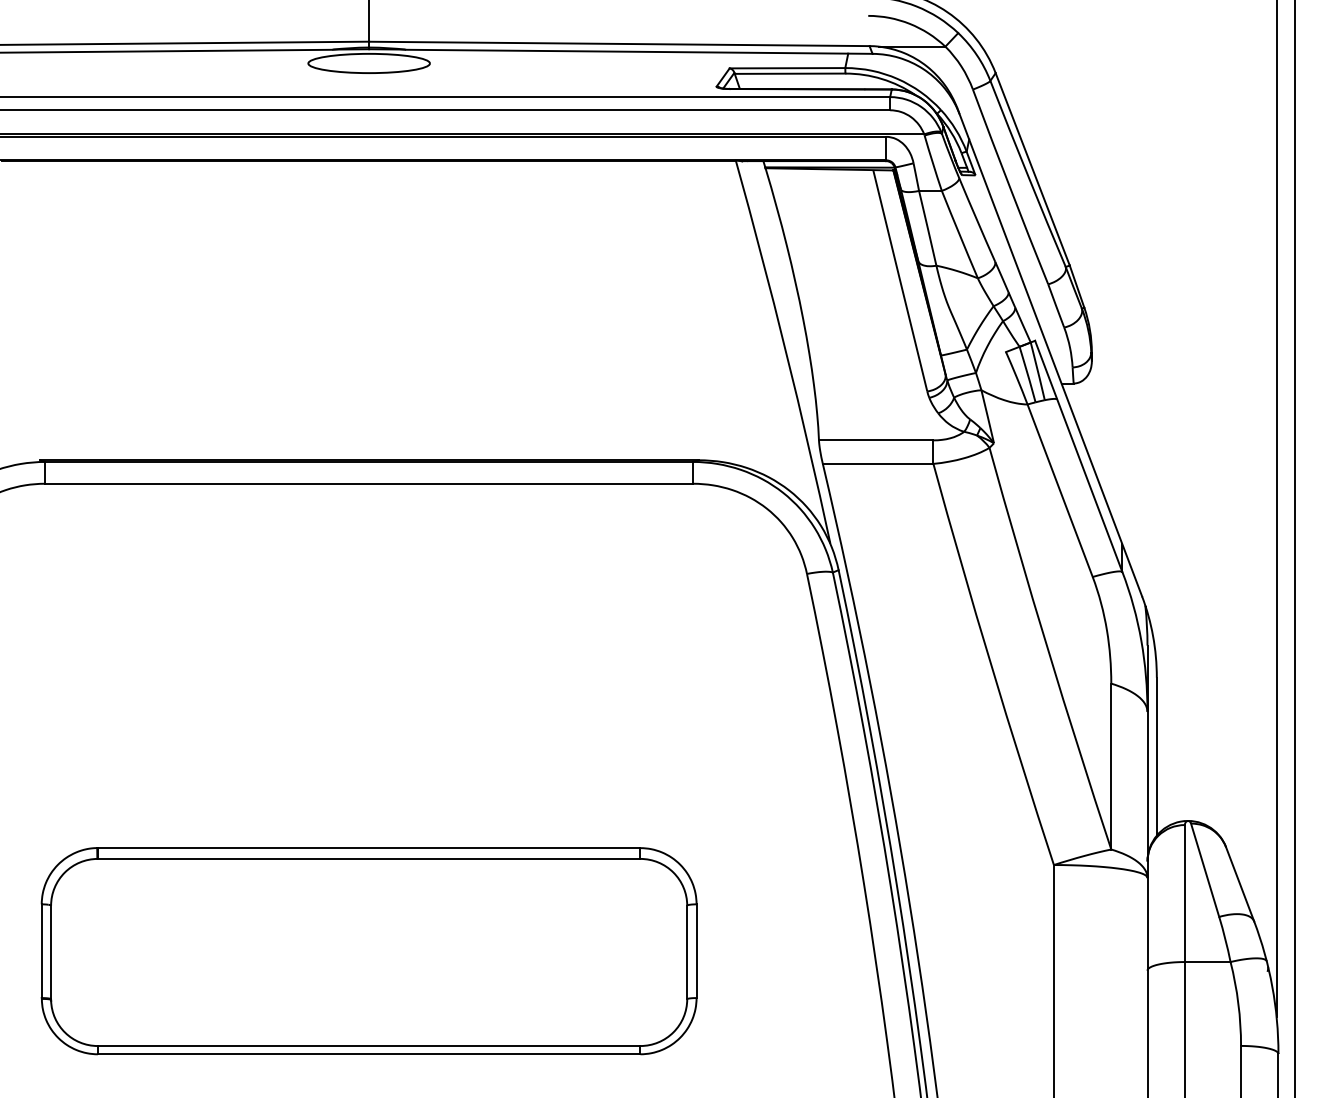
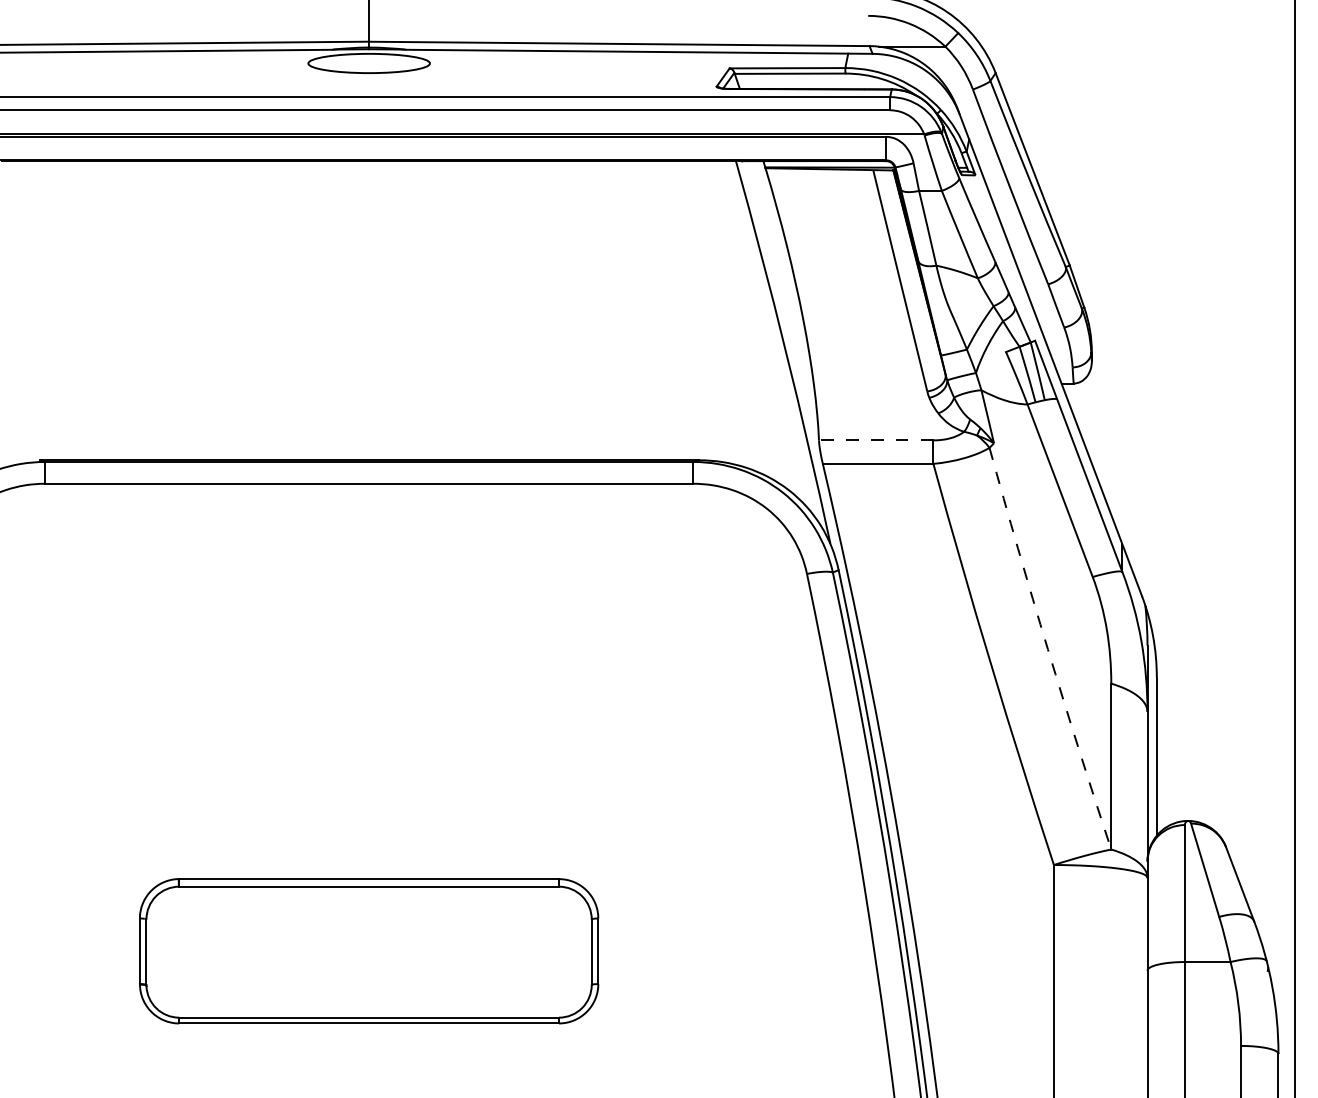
line at (875, 440): solid -> dashed
line at (1276, 509): present -> none
arc at (1047, 649): solid -> dashed
part at (368, 951) size: 658x209 px -> 461x147 px
